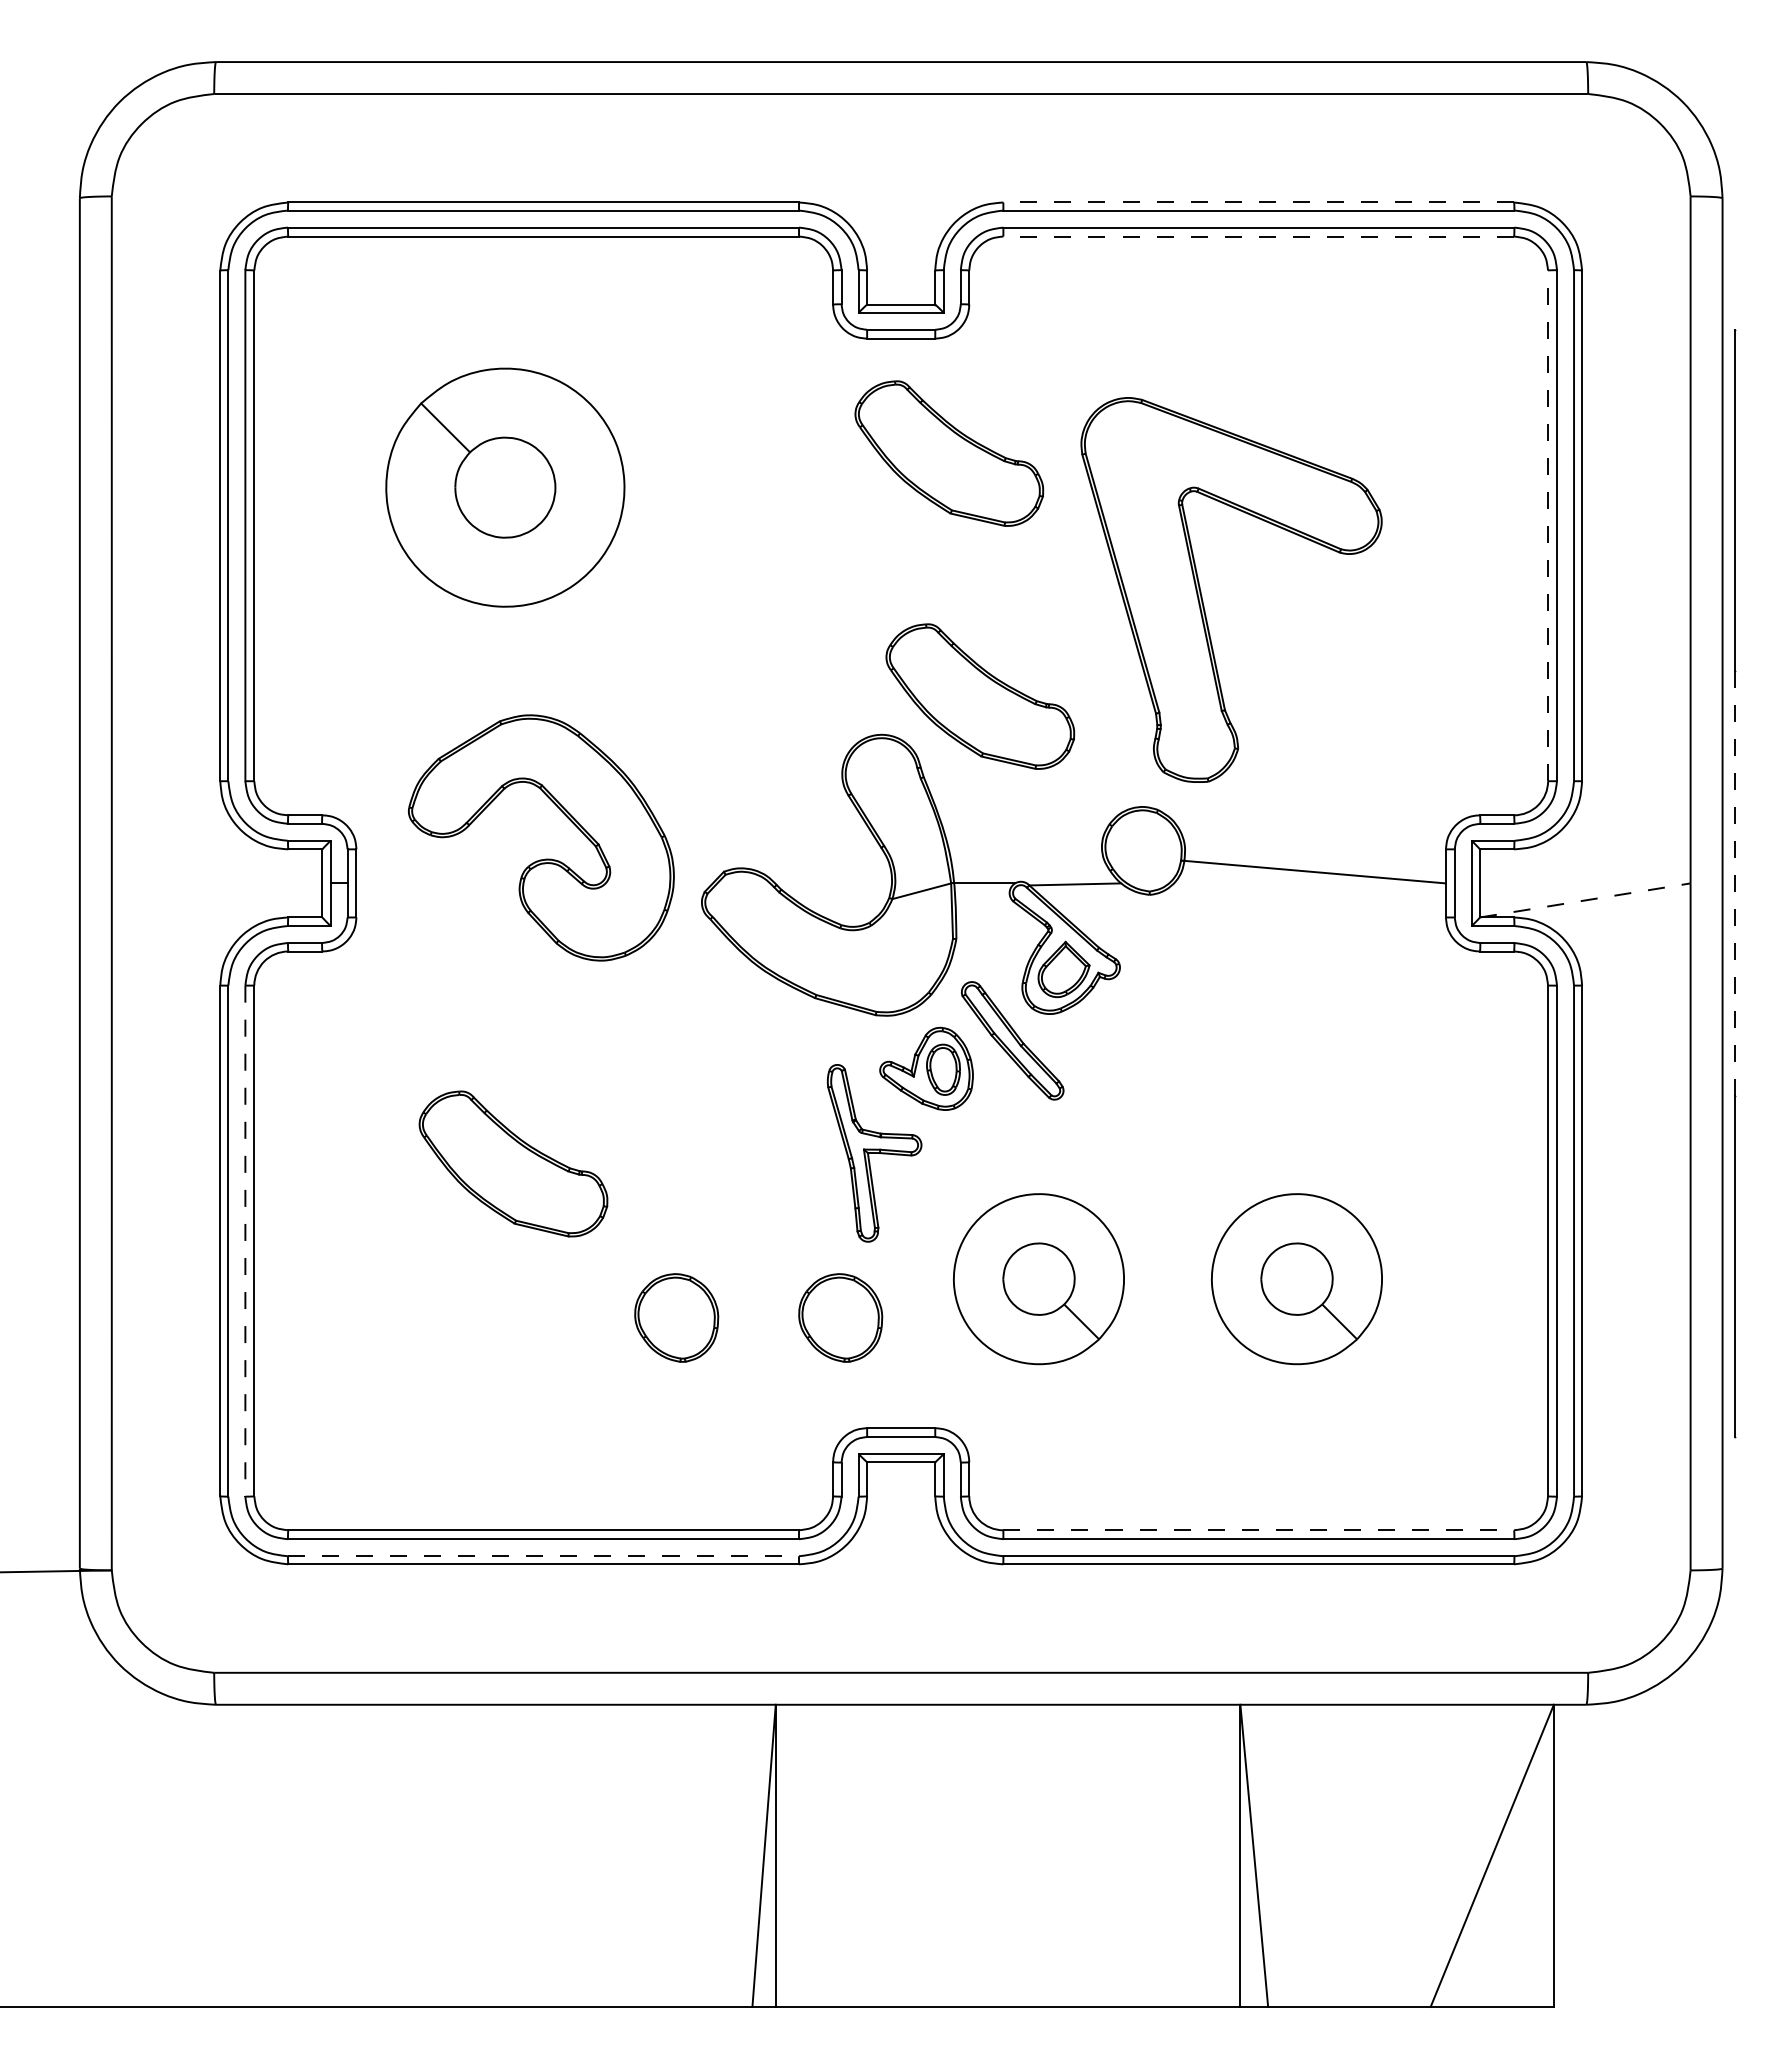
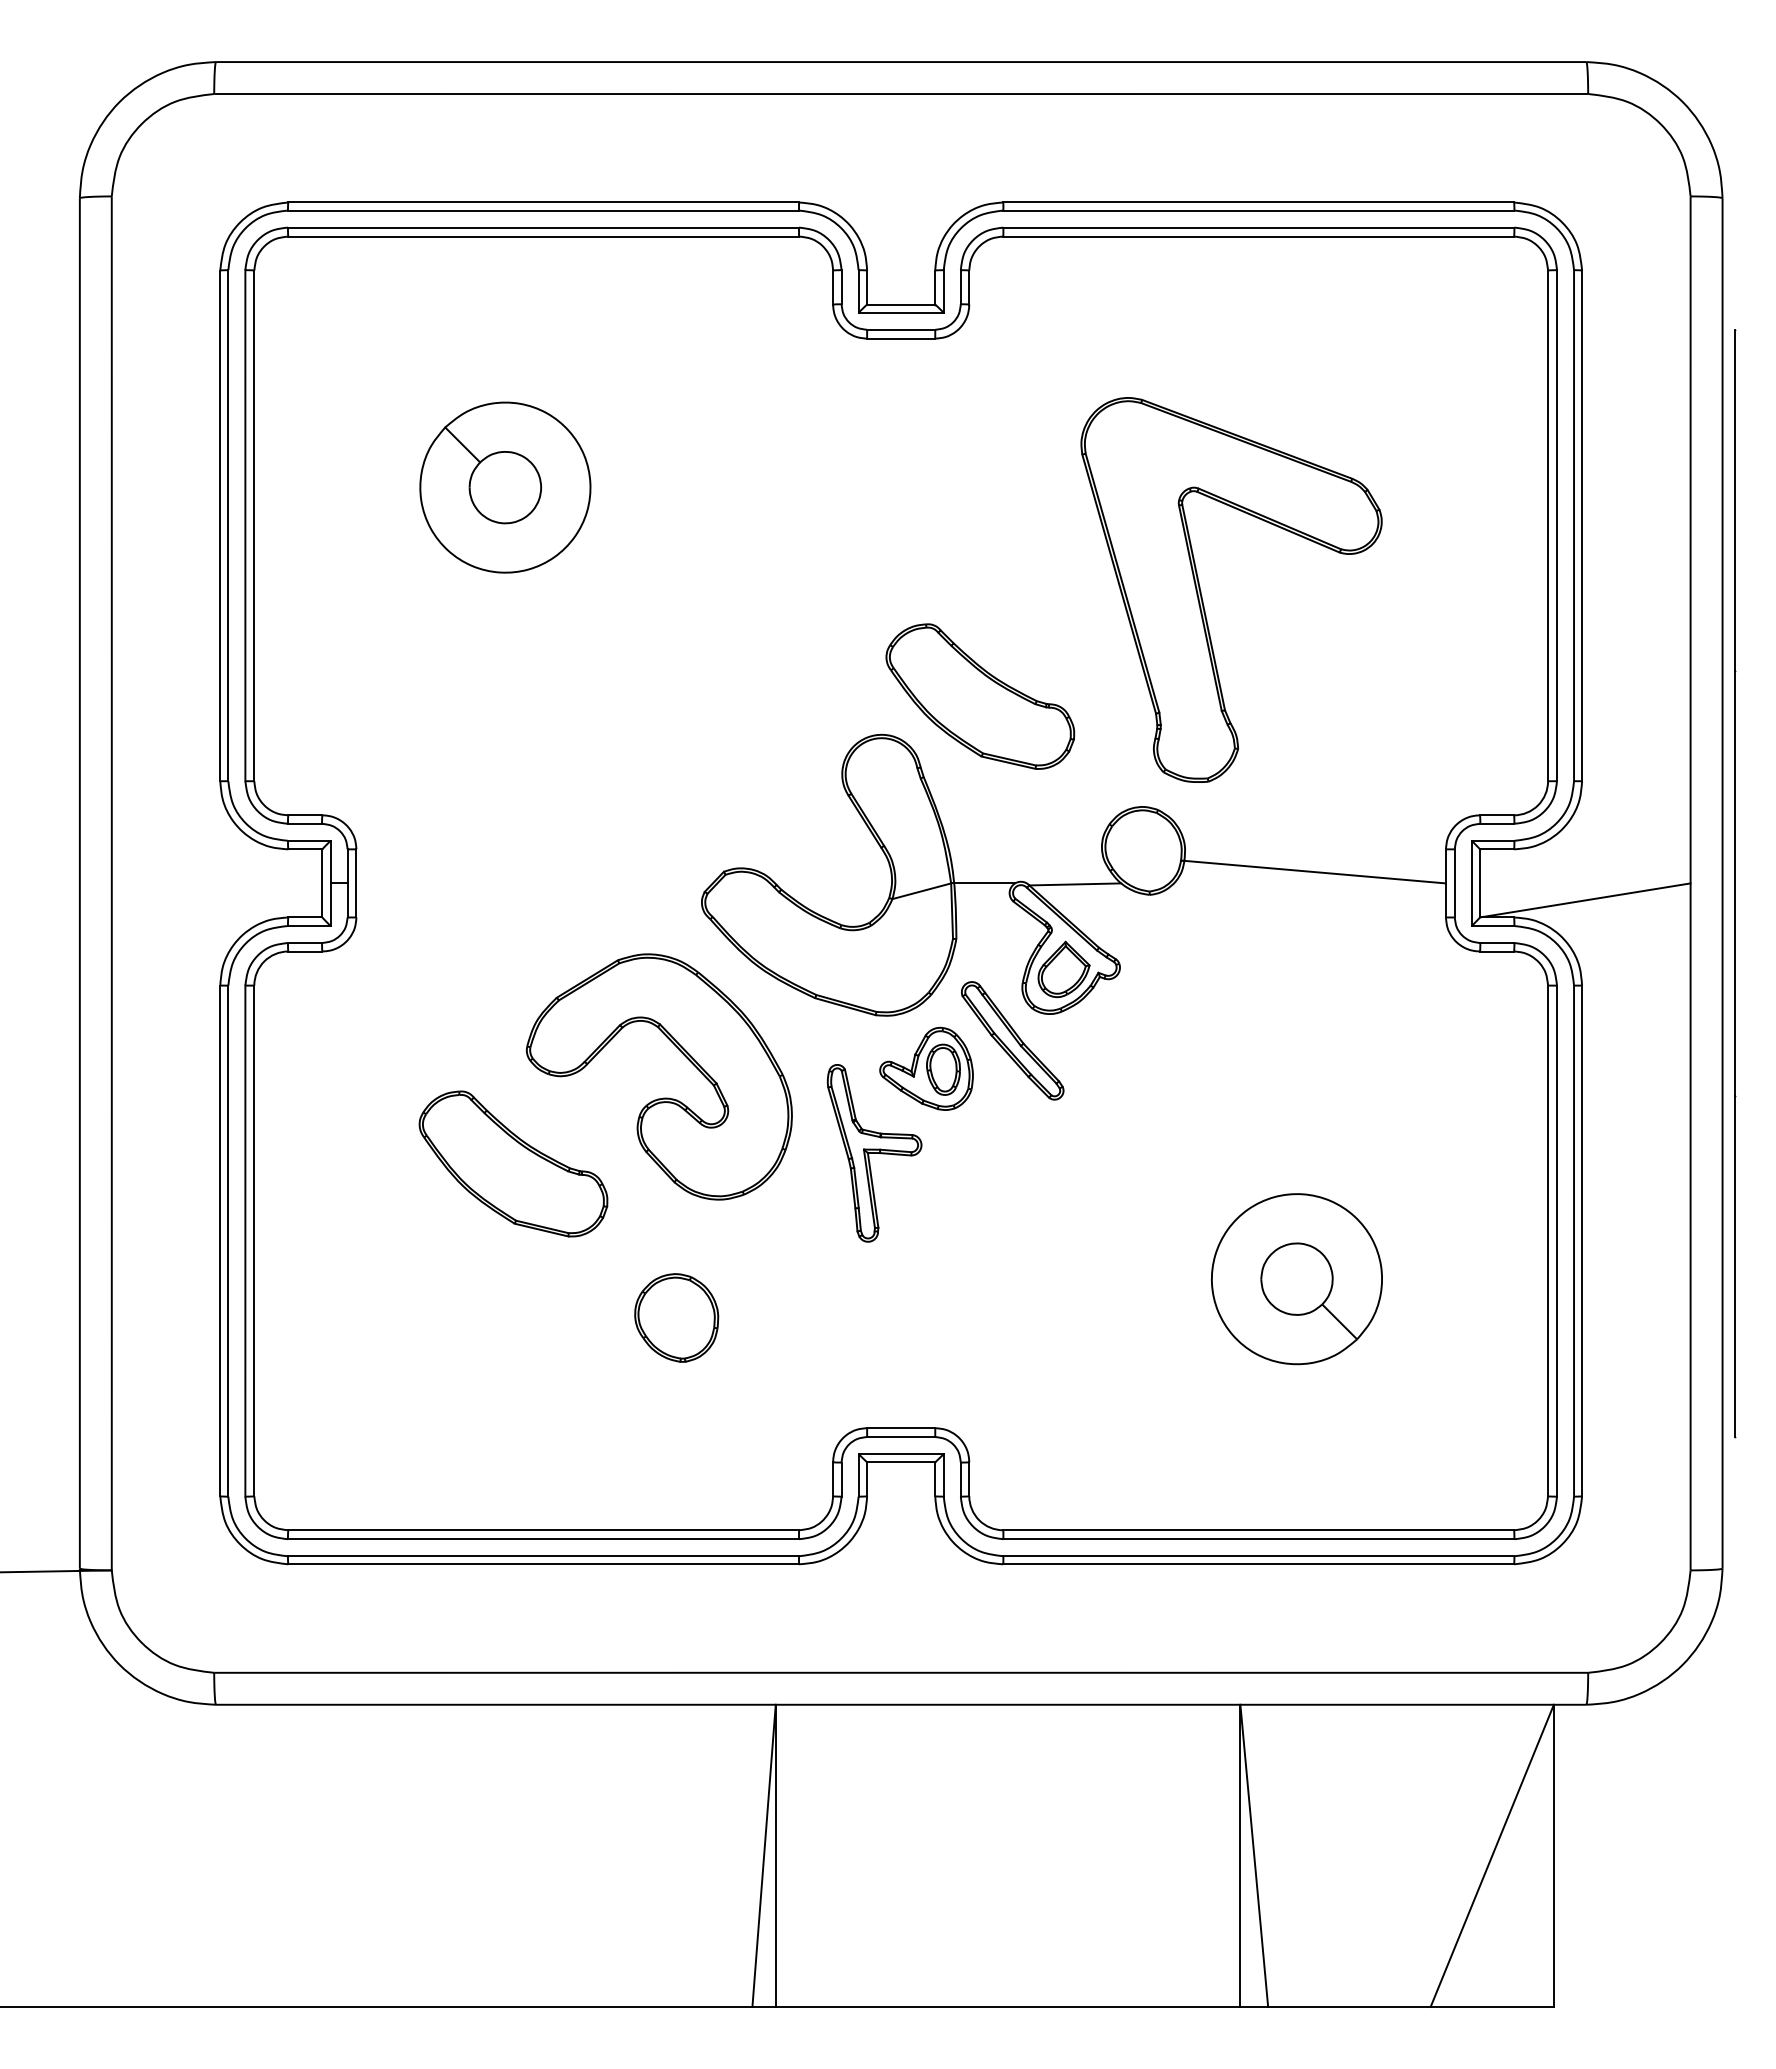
line at (1258, 202): dashed -> solid
line at (1258, 236): dashed -> solid
part at (949, 453): present -> none
part at (505, 487) size: 241x241 px -> 173x173 px
line at (1548, 525): dashed -> solid
part at (545, 858) position: (545, 858) -> (663, 1097)
line at (1735, 883): dashed -> solid
line at (1585, 900): dashed -> solid
line at (245, 1241): dashed -> solid
part at (1038, 1279): present -> none
part at (840, 1317): present -> none
line at (1259, 1530): dashed -> solid
line at (543, 1556): dashed -> solid
